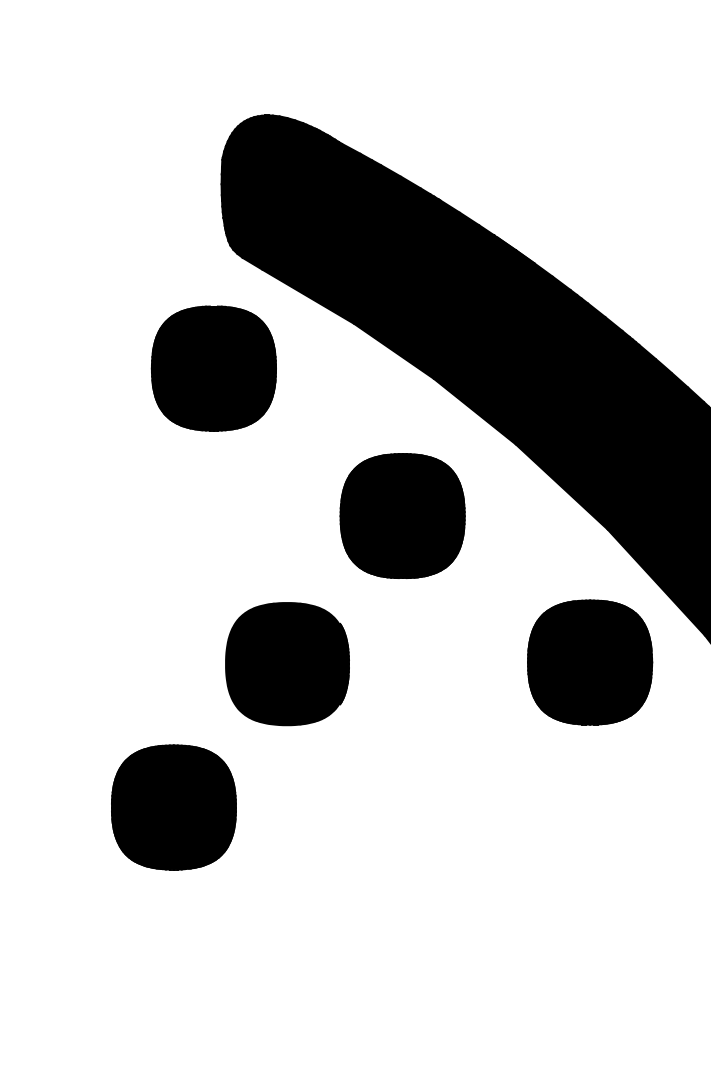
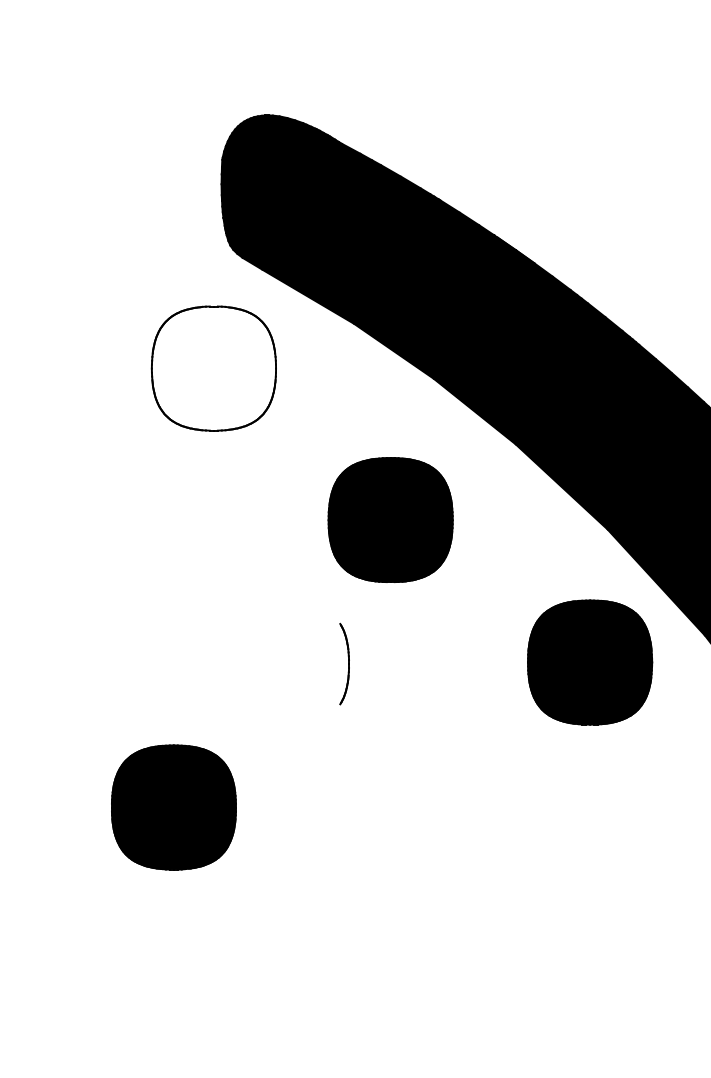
fill at (213, 368): present -> none
part at (402, 515) position: (402, 515) -> (390, 519)
fill at (287, 664): present -> none
